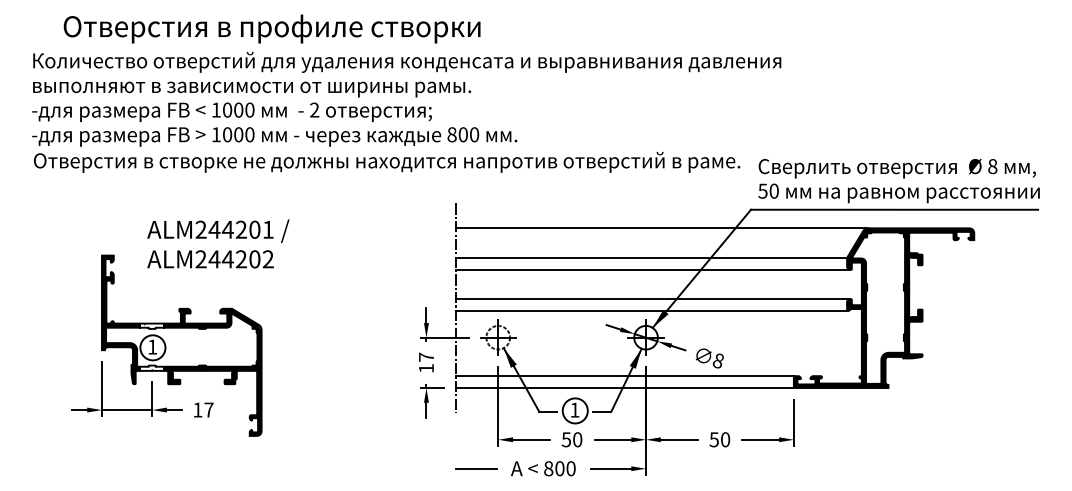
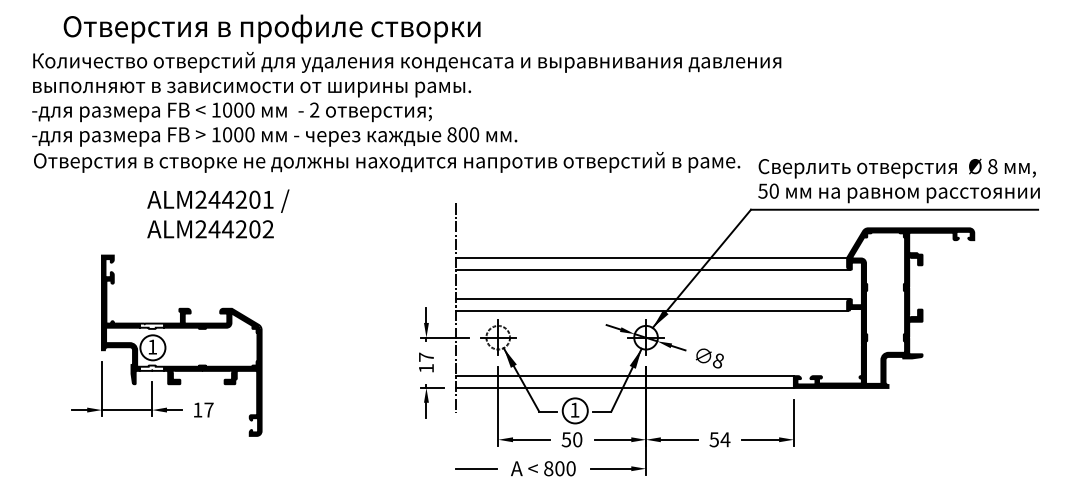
line at (662, 228): present -> none
text at (218, 243) position: (218, 243) -> (218, 213)
text at (725, 439): 50 -> 54
